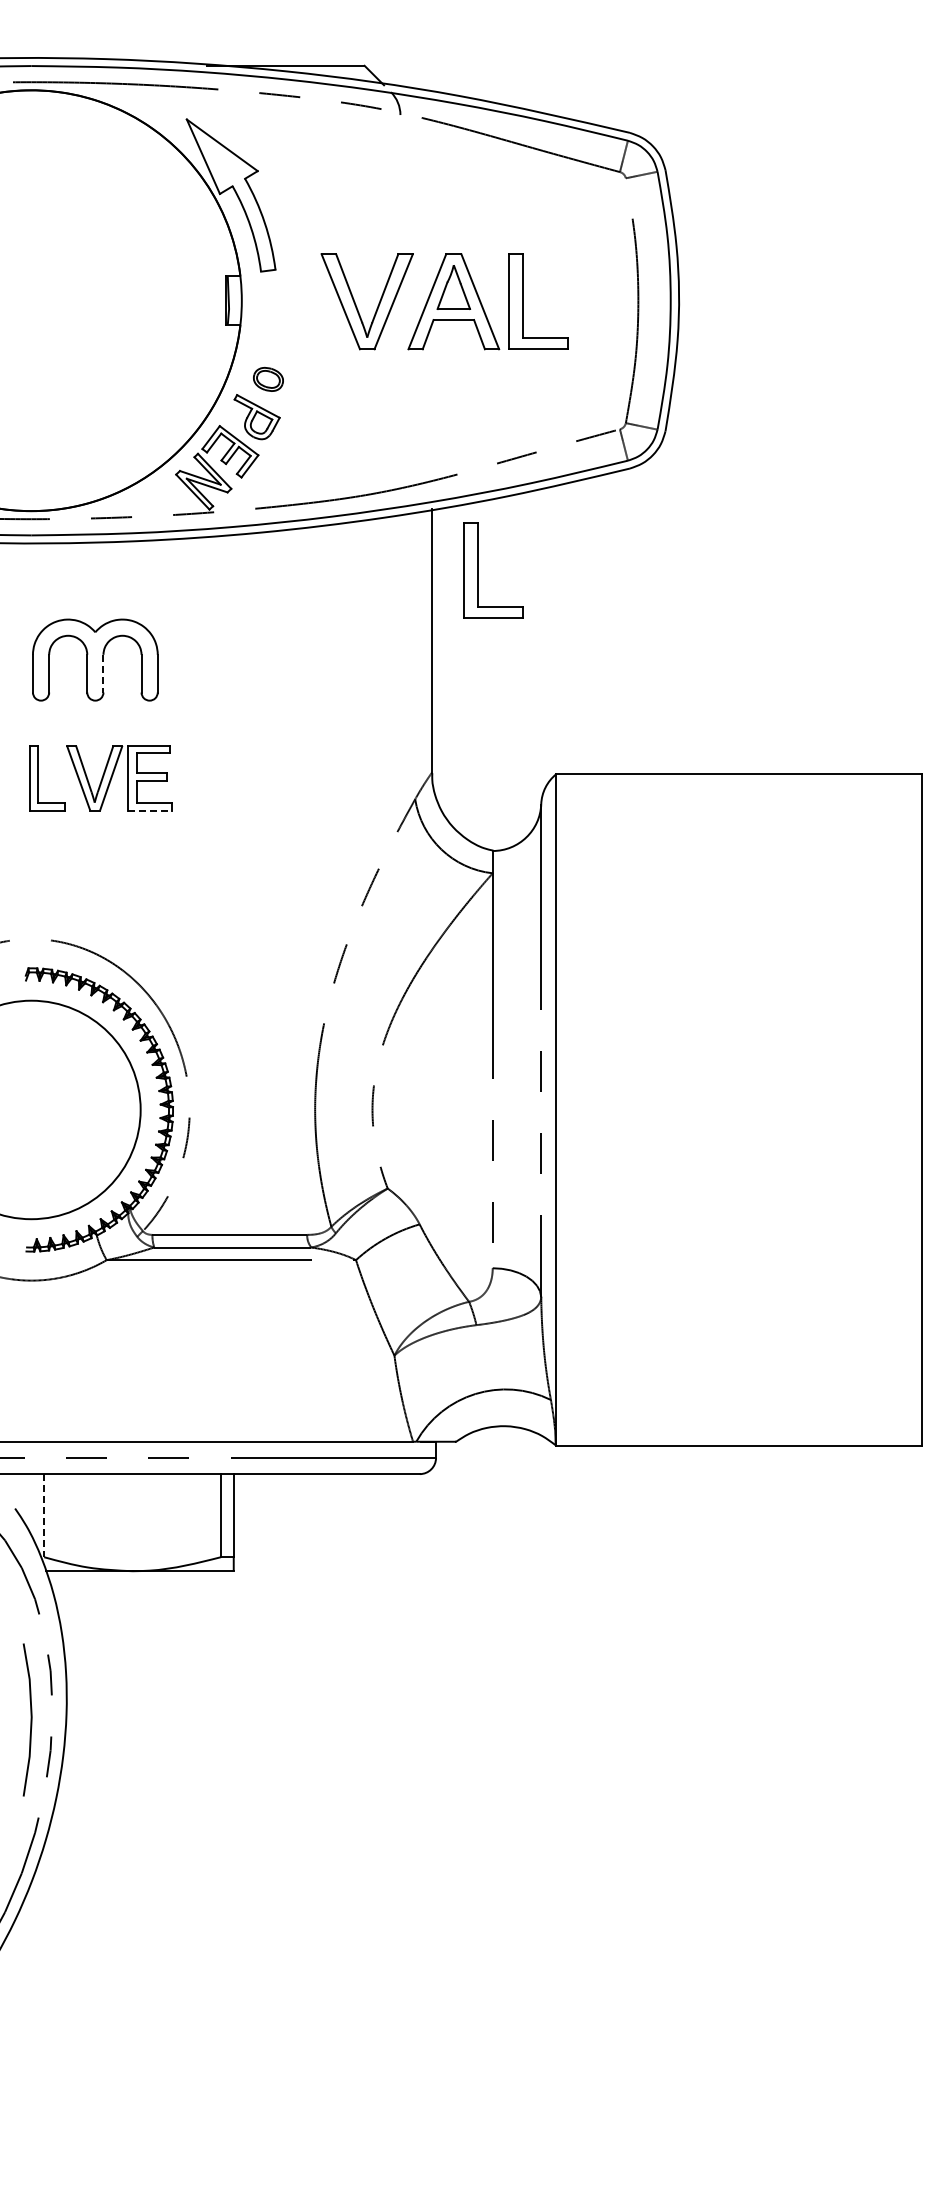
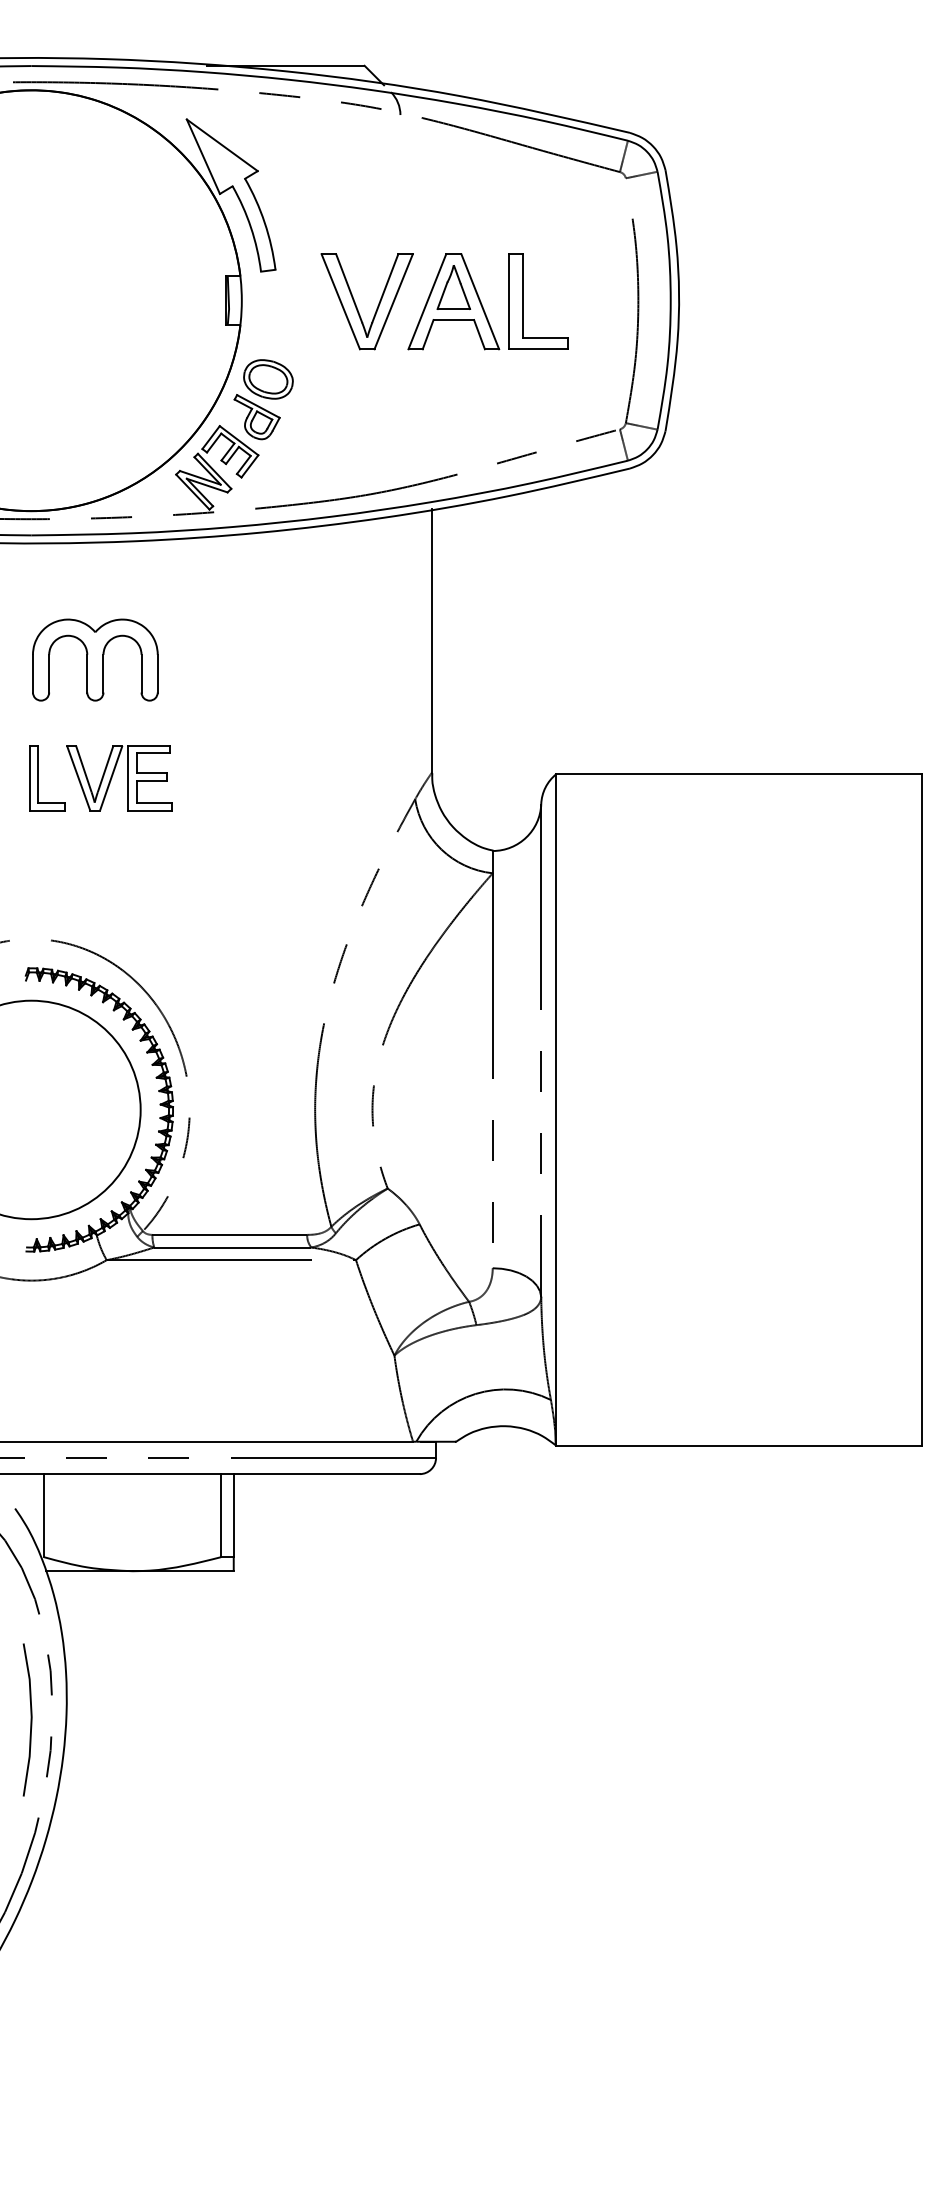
part at (268, 378) size: 31x26 px -> 51x41 px
part at (478, 570): present -> none
line at (103, 673): dashed -> solid
line at (149, 810): dashed -> solid
line at (44, 1515): dashed -> solid
